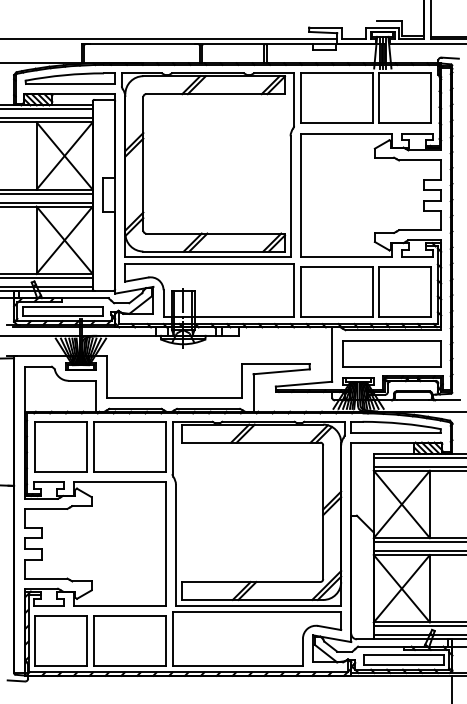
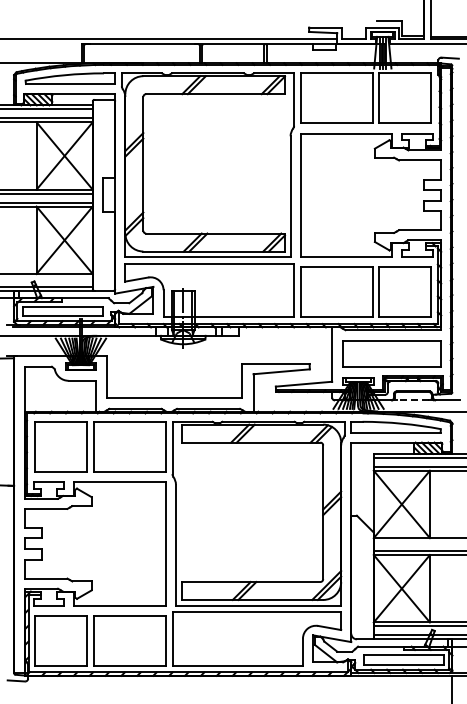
line at (47, 277): present -> none
line at (413, 400): solid -> dashed
line at (418, 542): present -> none
